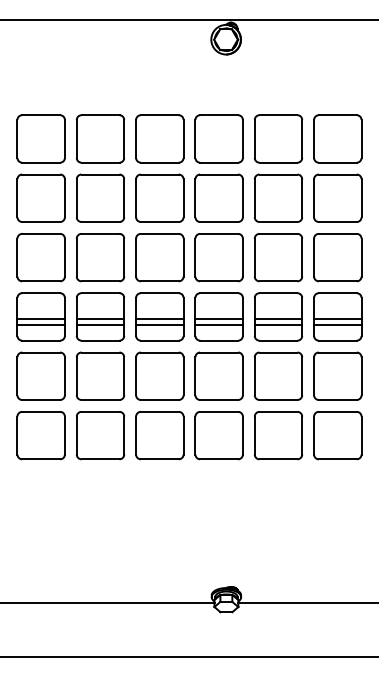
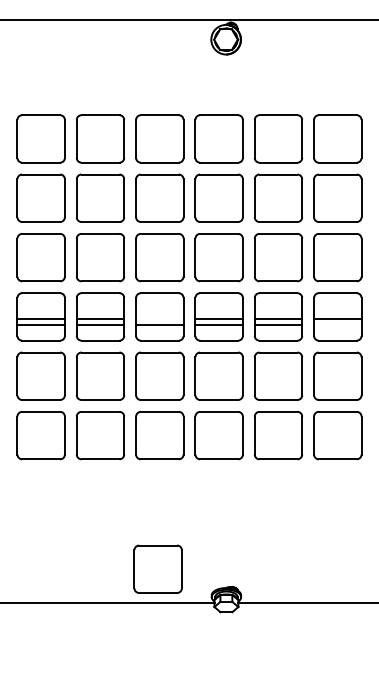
line at (159, 318): present -> none
line at (337, 325): present -> none
part at (157, 568): none -> present
line at (188, 656): present -> none
